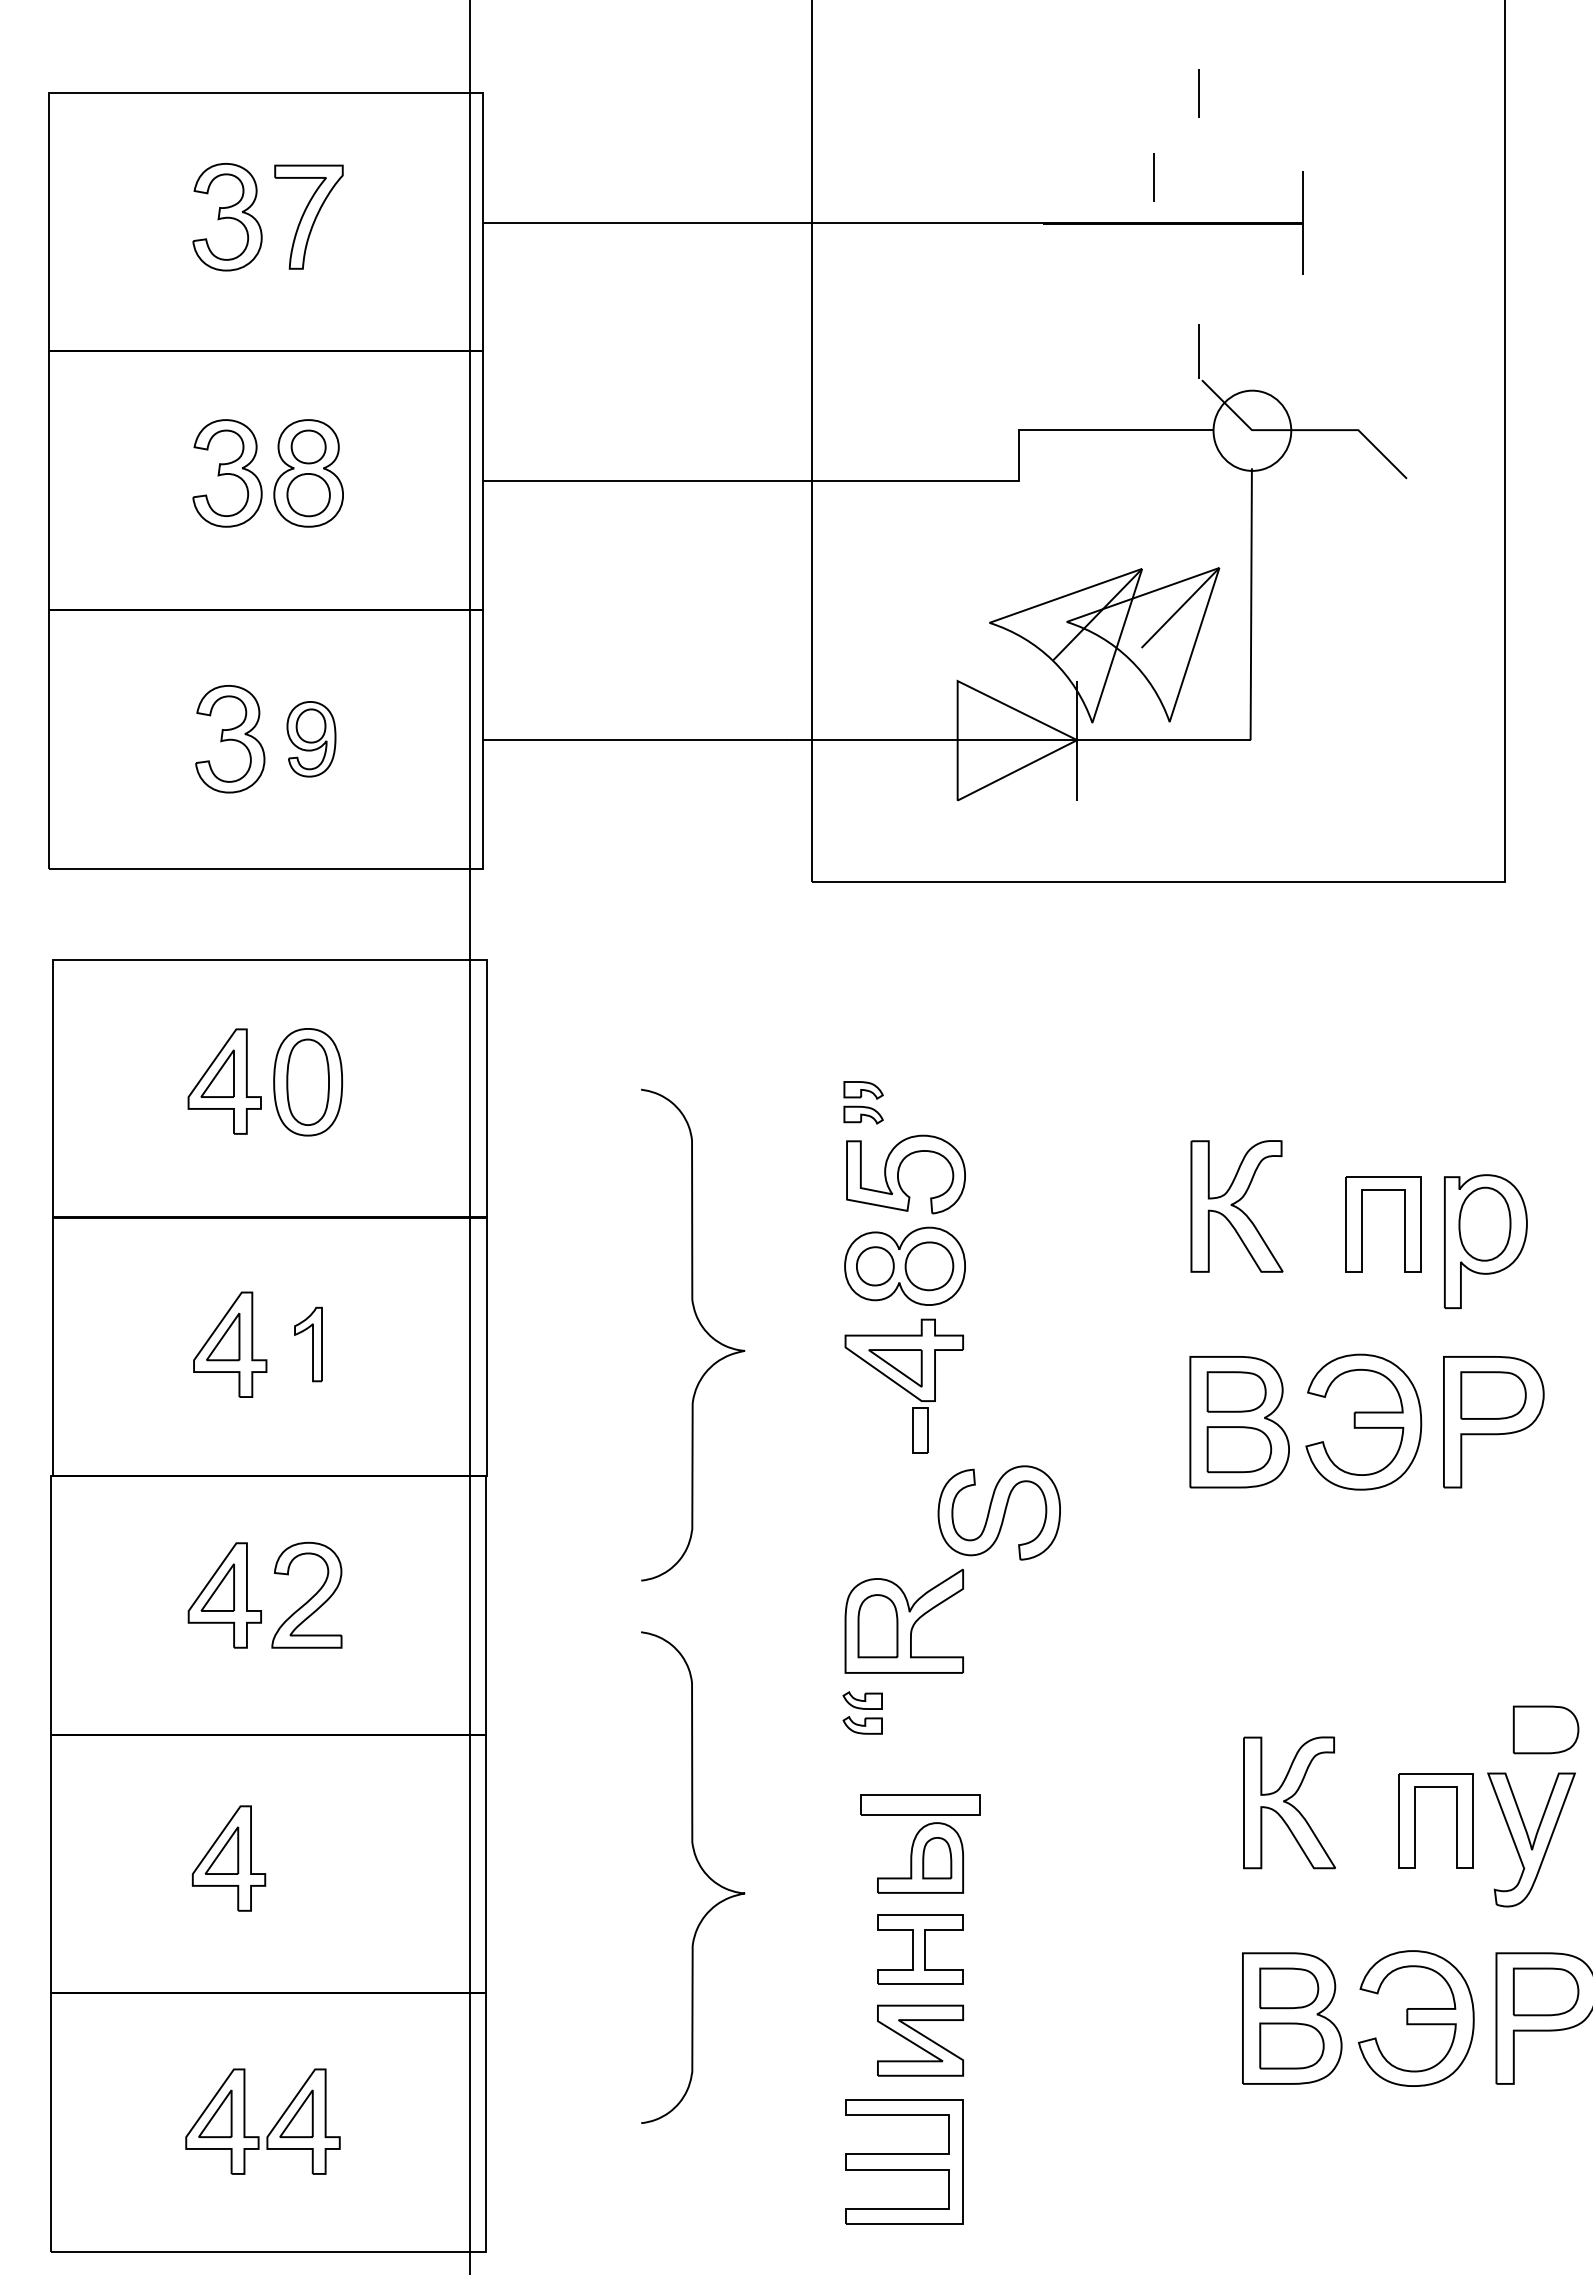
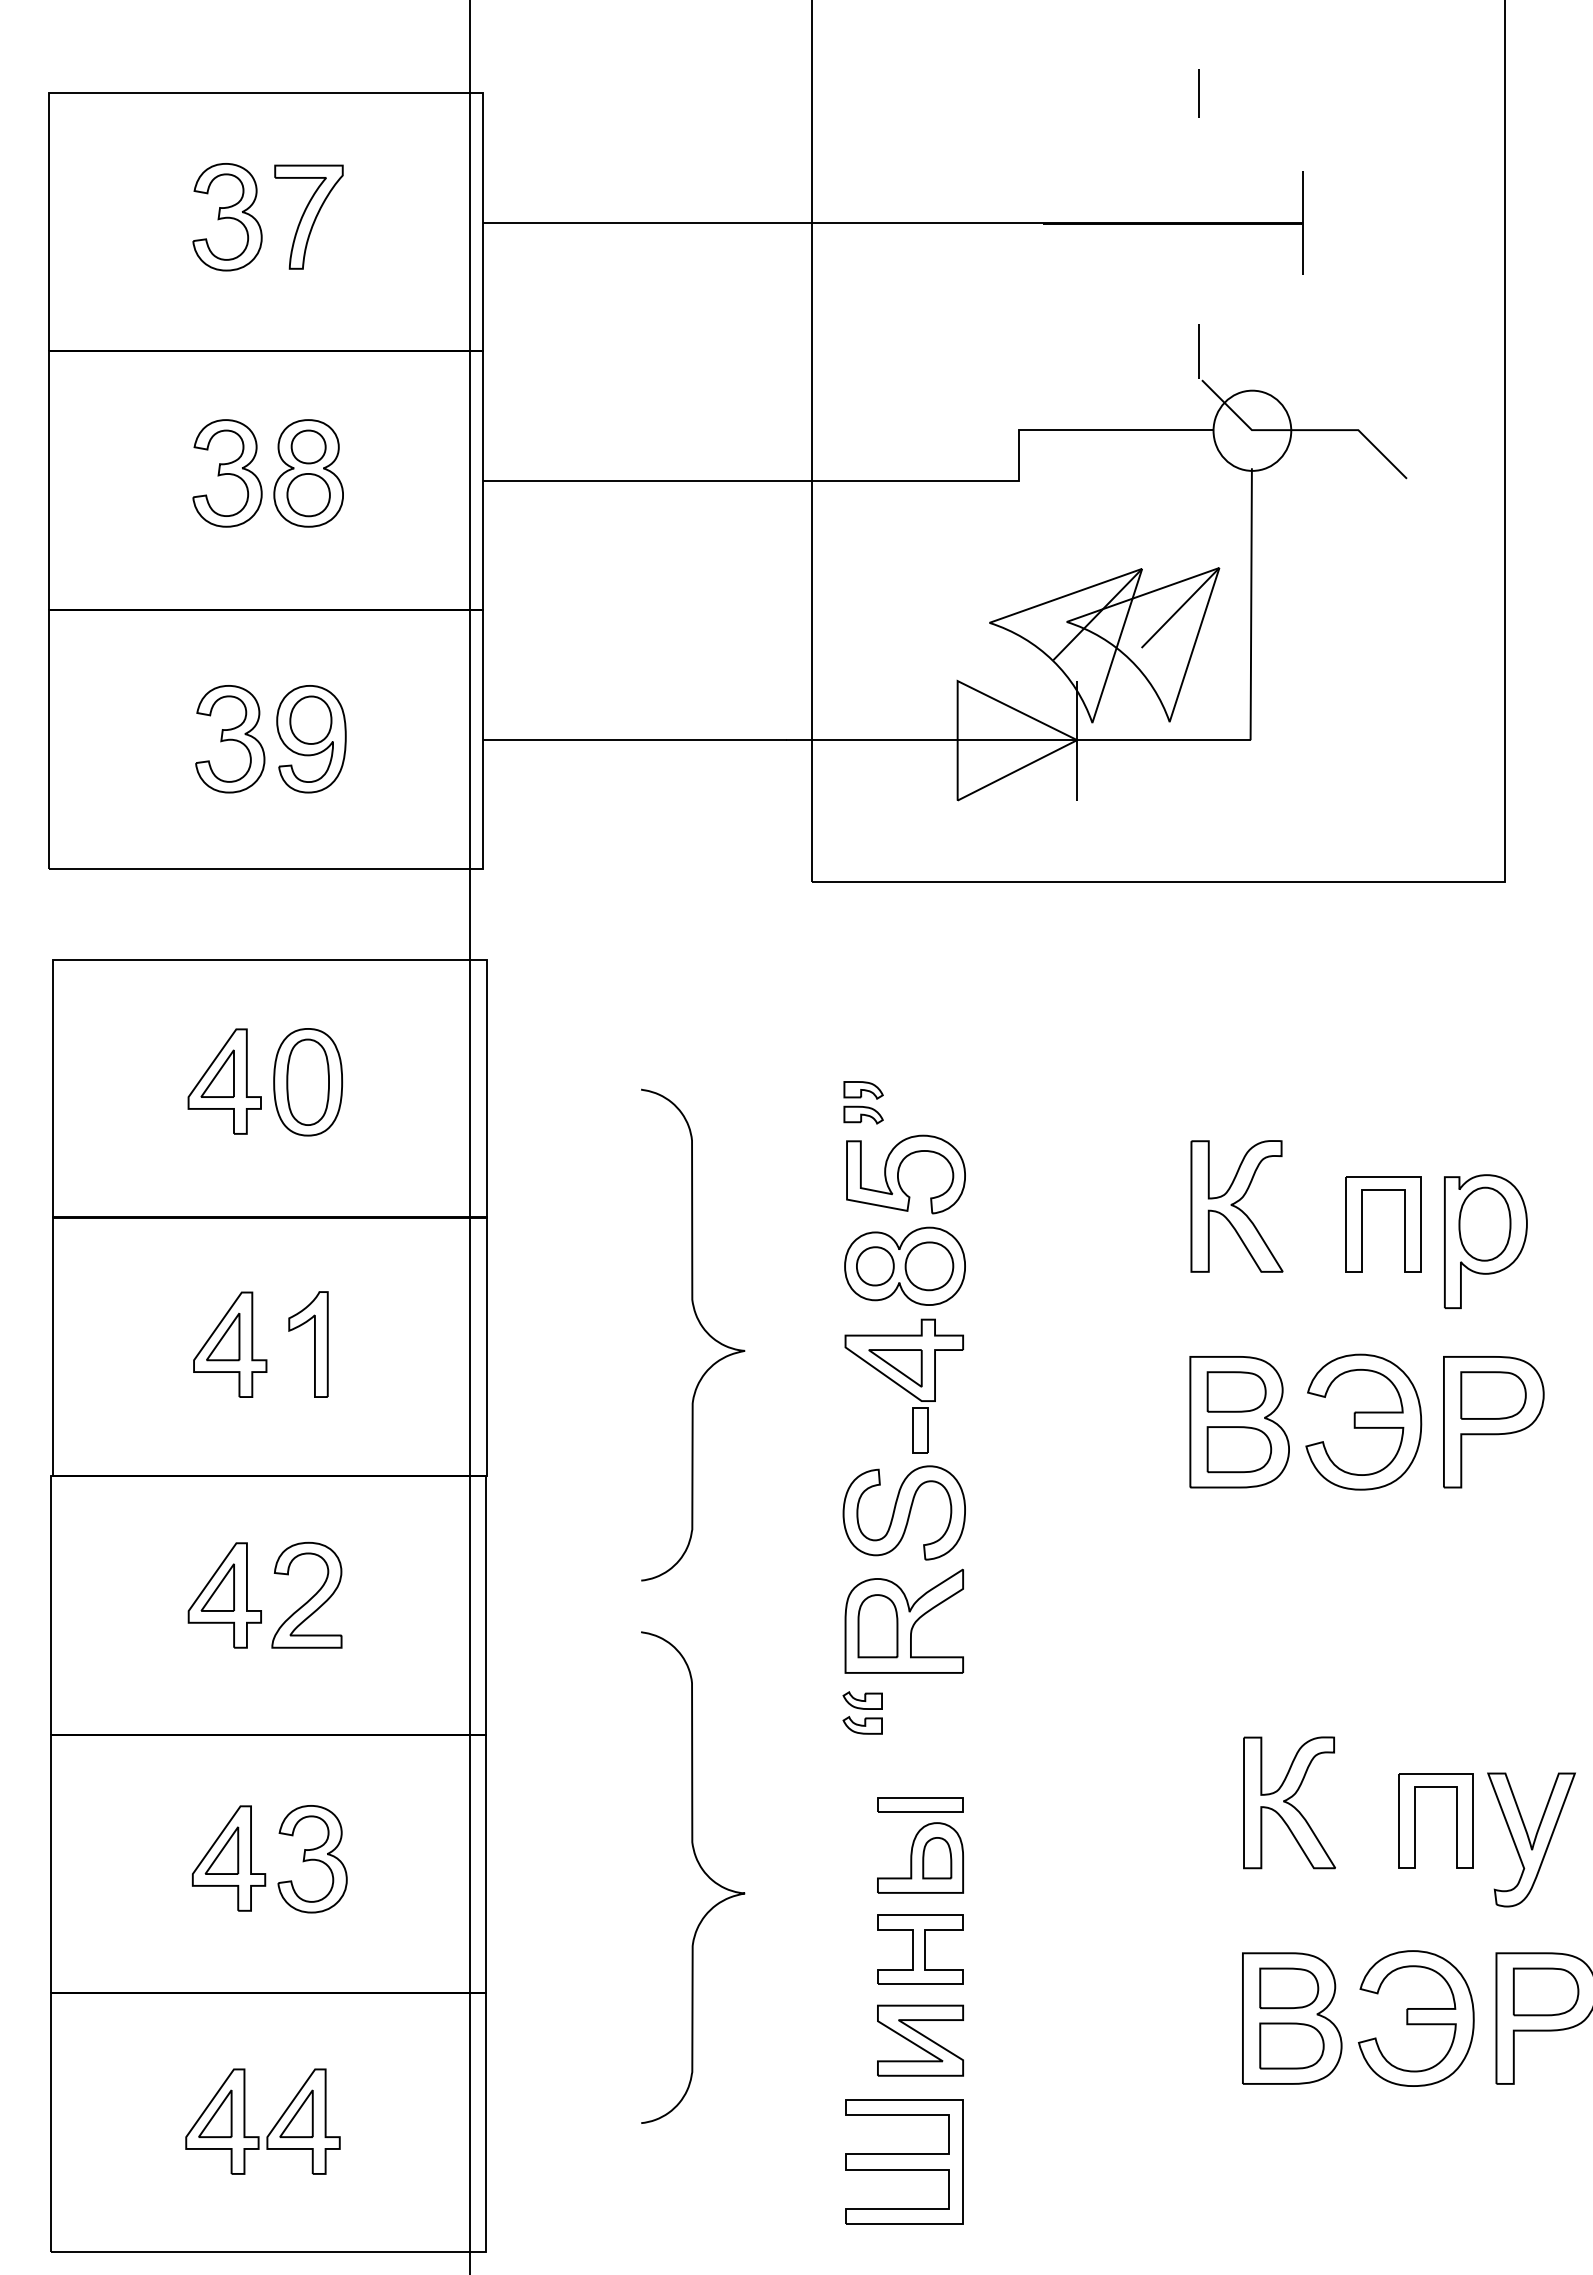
line at (1153, 177): present -> none
part at (311, 739) size: 51x77 px -> 71x109 px
part at (308, 1344) size: 29x77 px -> 41x107 px
part at (998, 1512) position: (998, 1512) -> (903, 1512)
part at (1545, 1729): present -> none
part at (920, 1804) size: 121x22 px -> 87x16 px
part at (312, 1859): none -> present
